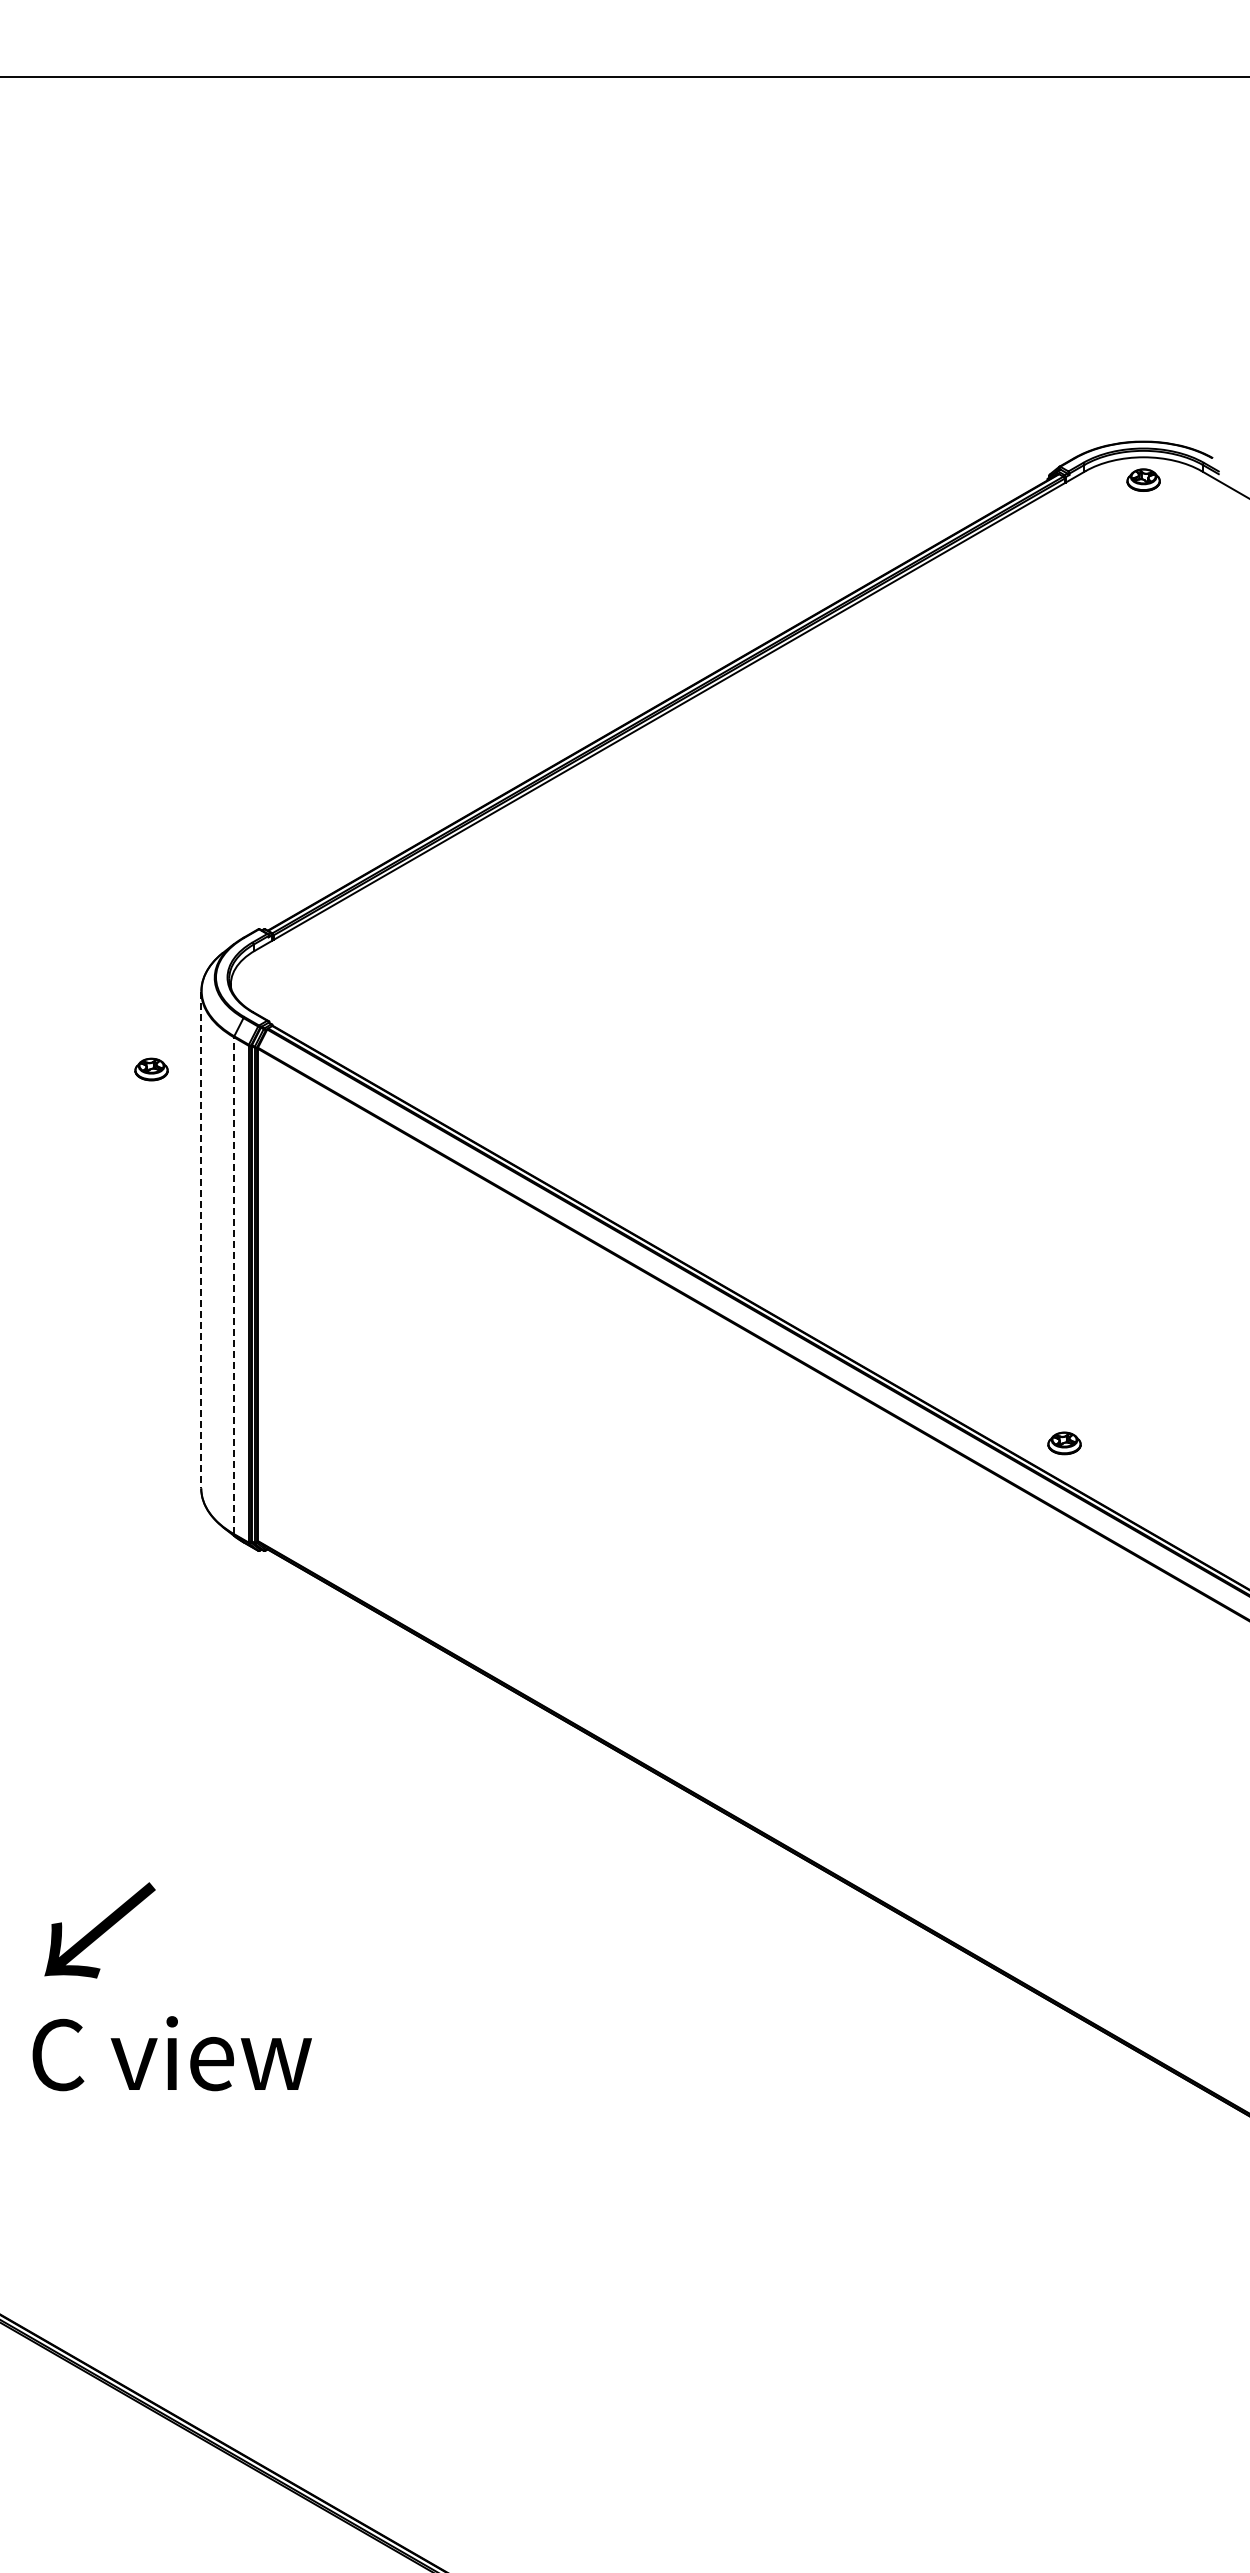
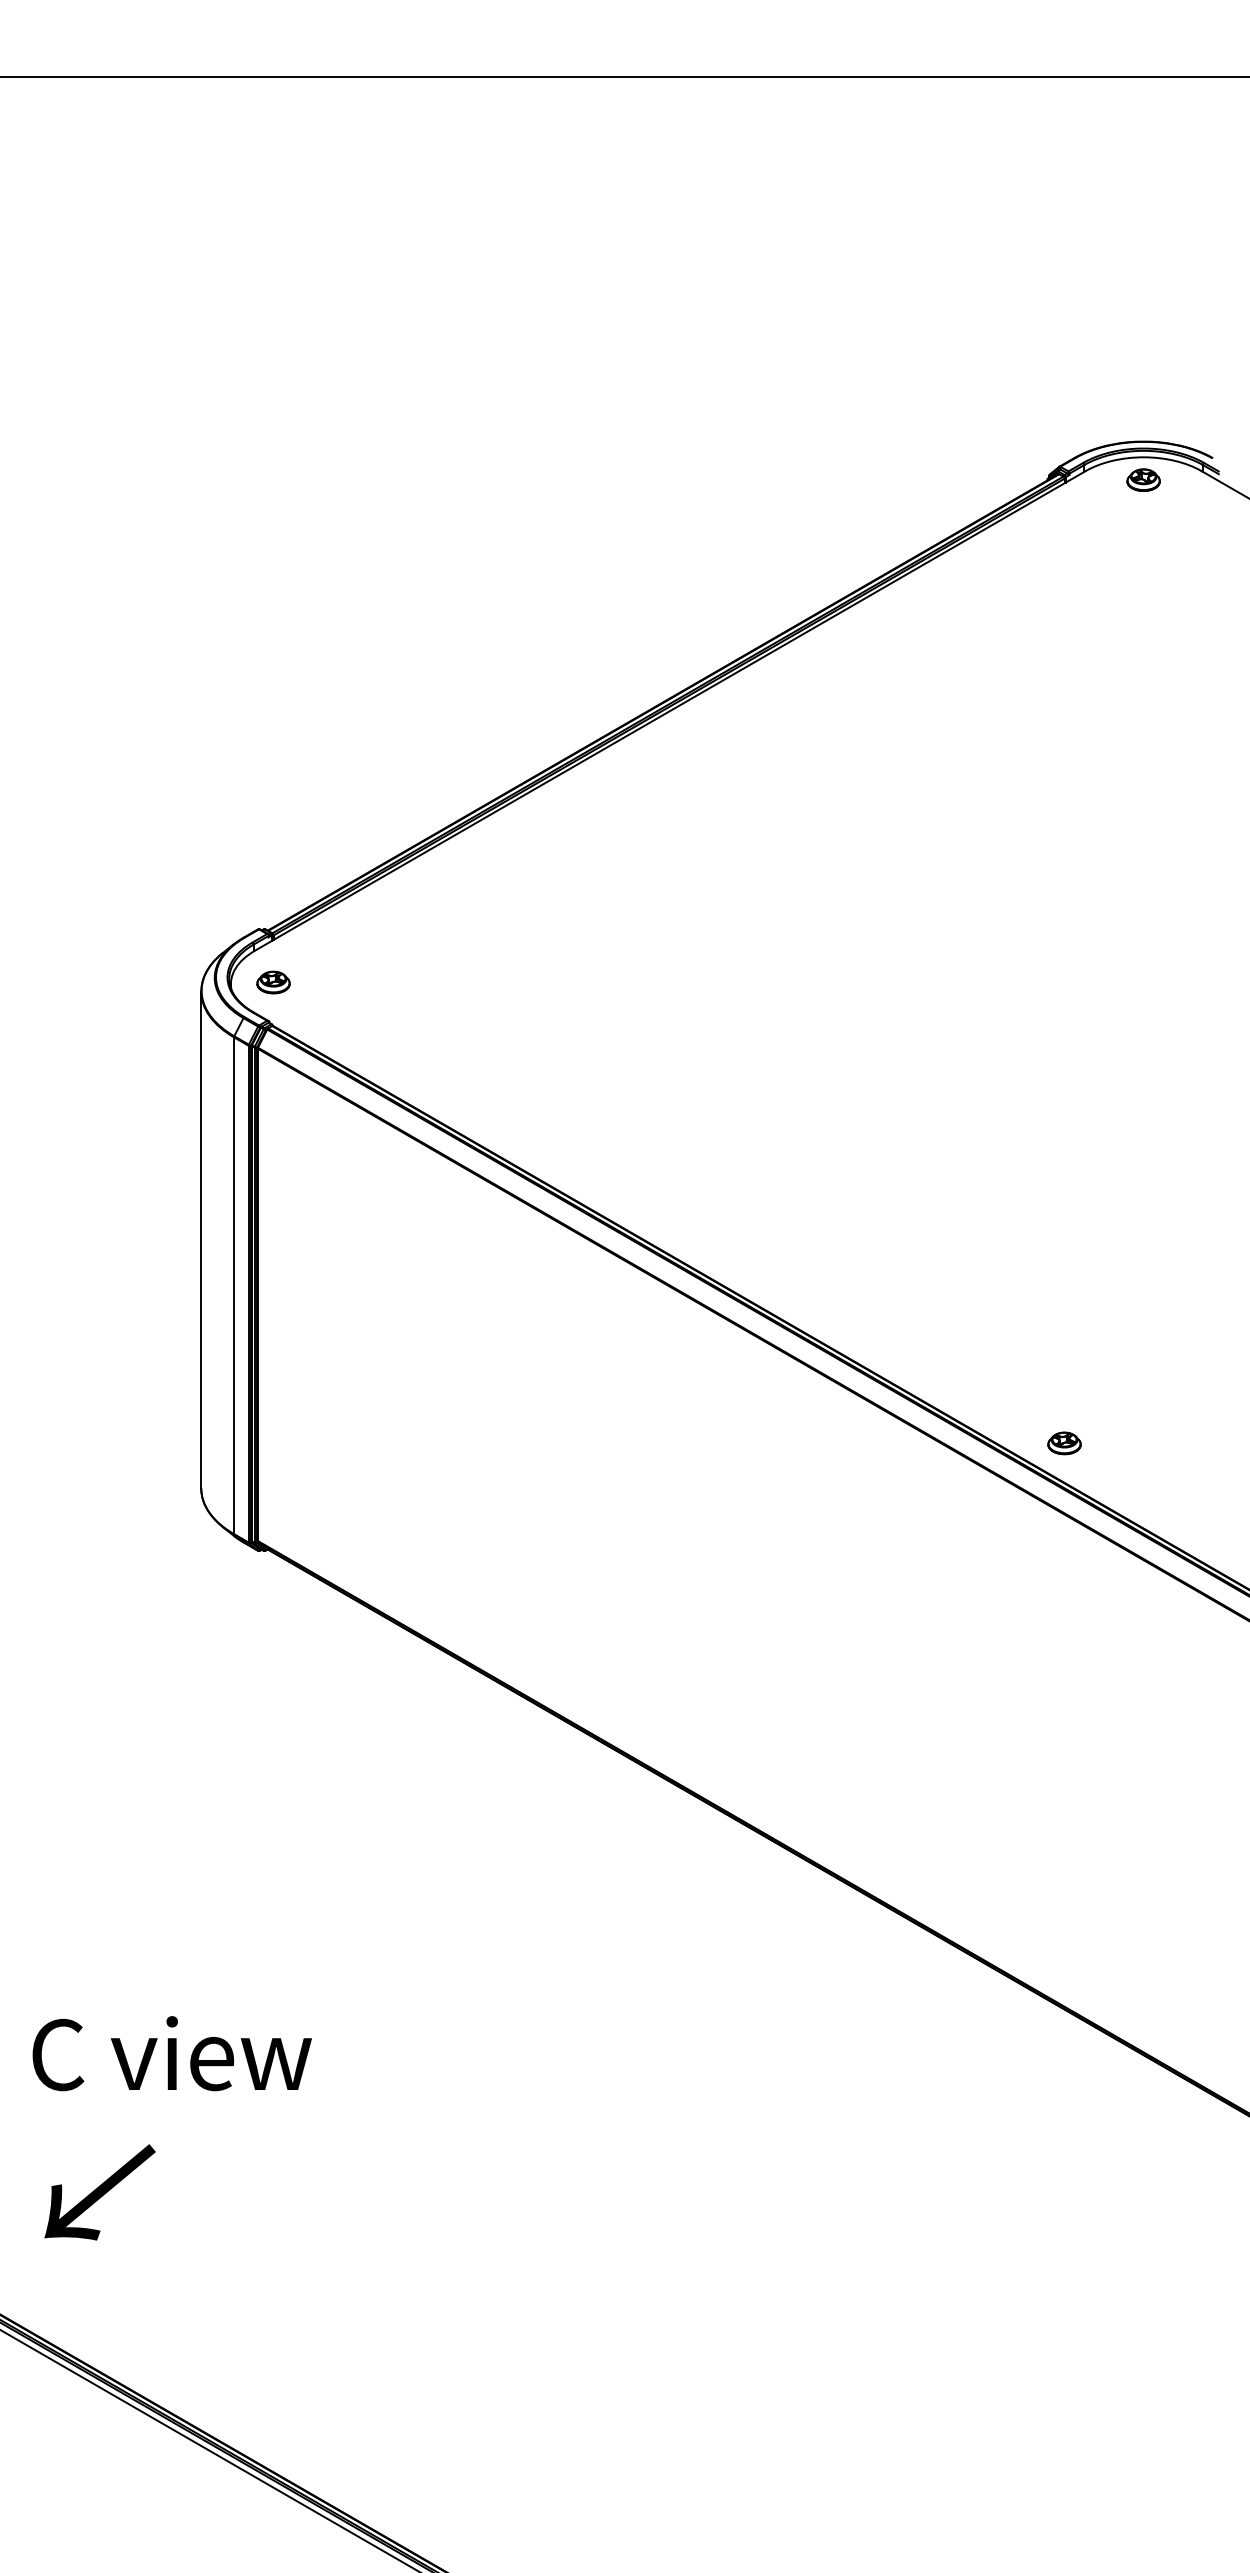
part at (151, 1069) position: (151, 1069) -> (273, 982)
line at (201, 1240): dashed -> solid
line at (234, 1285): dashed -> solid
text at (99, 1930) position: (99, 1930) -> (99, 2192)
line at (209, 2450): none -> present
